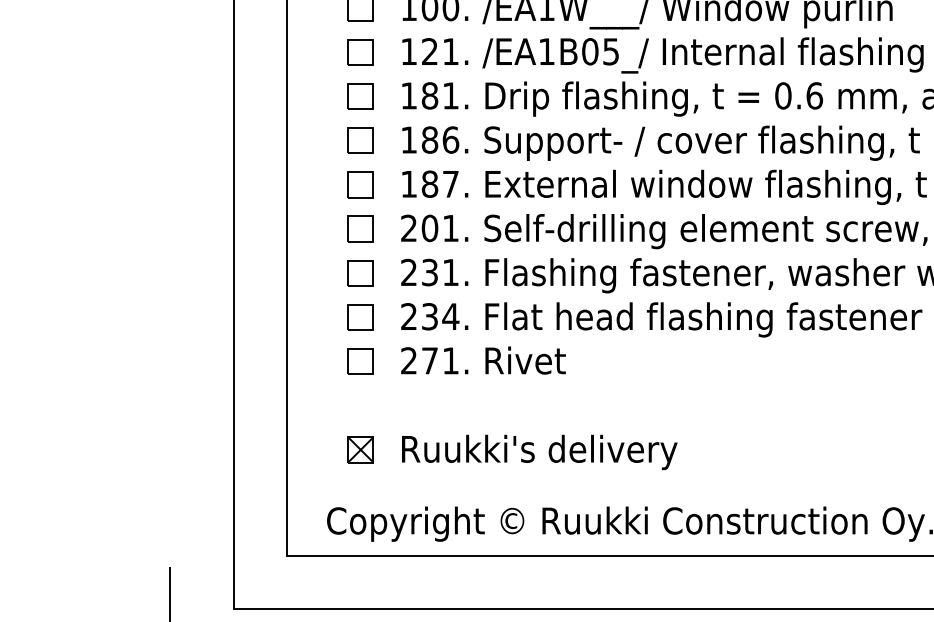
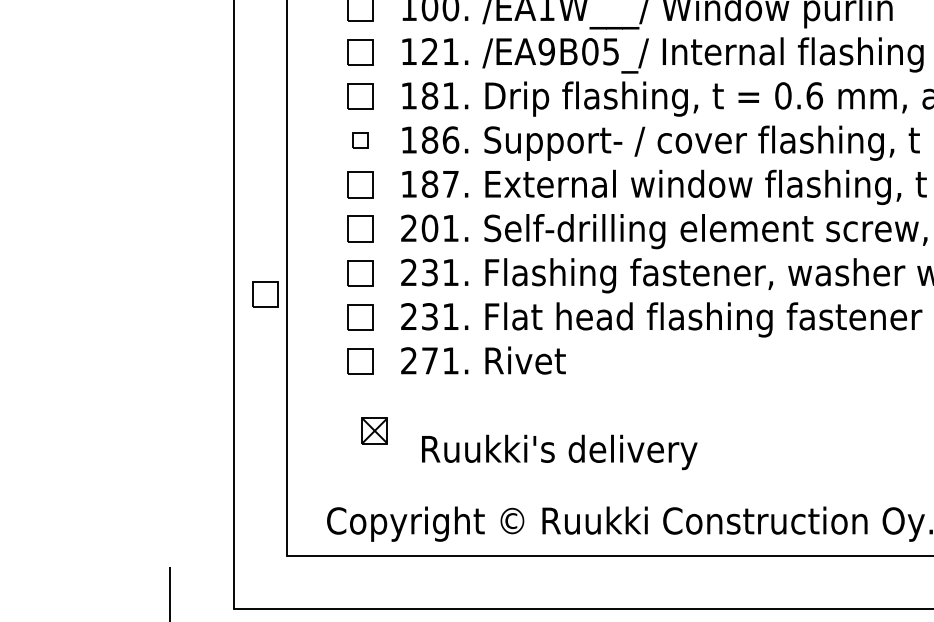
text at (546, 51): /EA1B05_/ -> /EA9B05_/
part at (360, 140) size: 27x27 px -> 17x17 px
part at (265, 294): none -> present
text at (450, 316): 234. -> 231.
part at (360, 449) position: (360, 449) -> (374, 430)
text at (539, 452) position: (539, 452) -> (559, 452)
